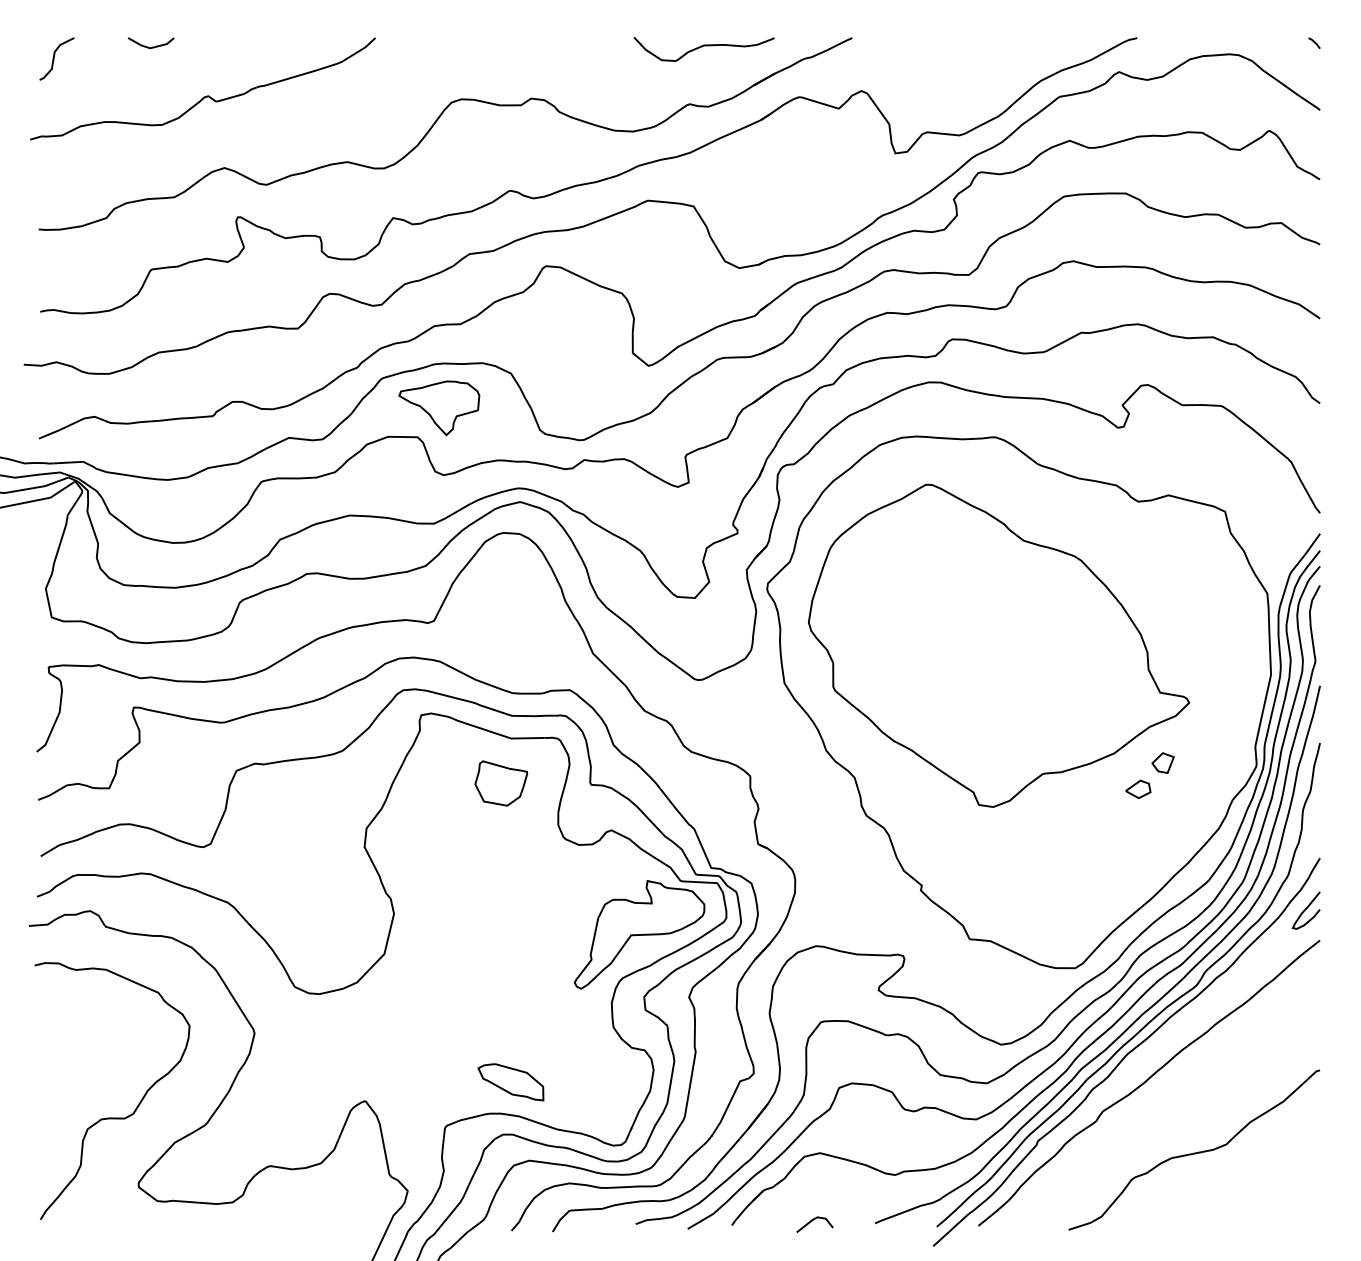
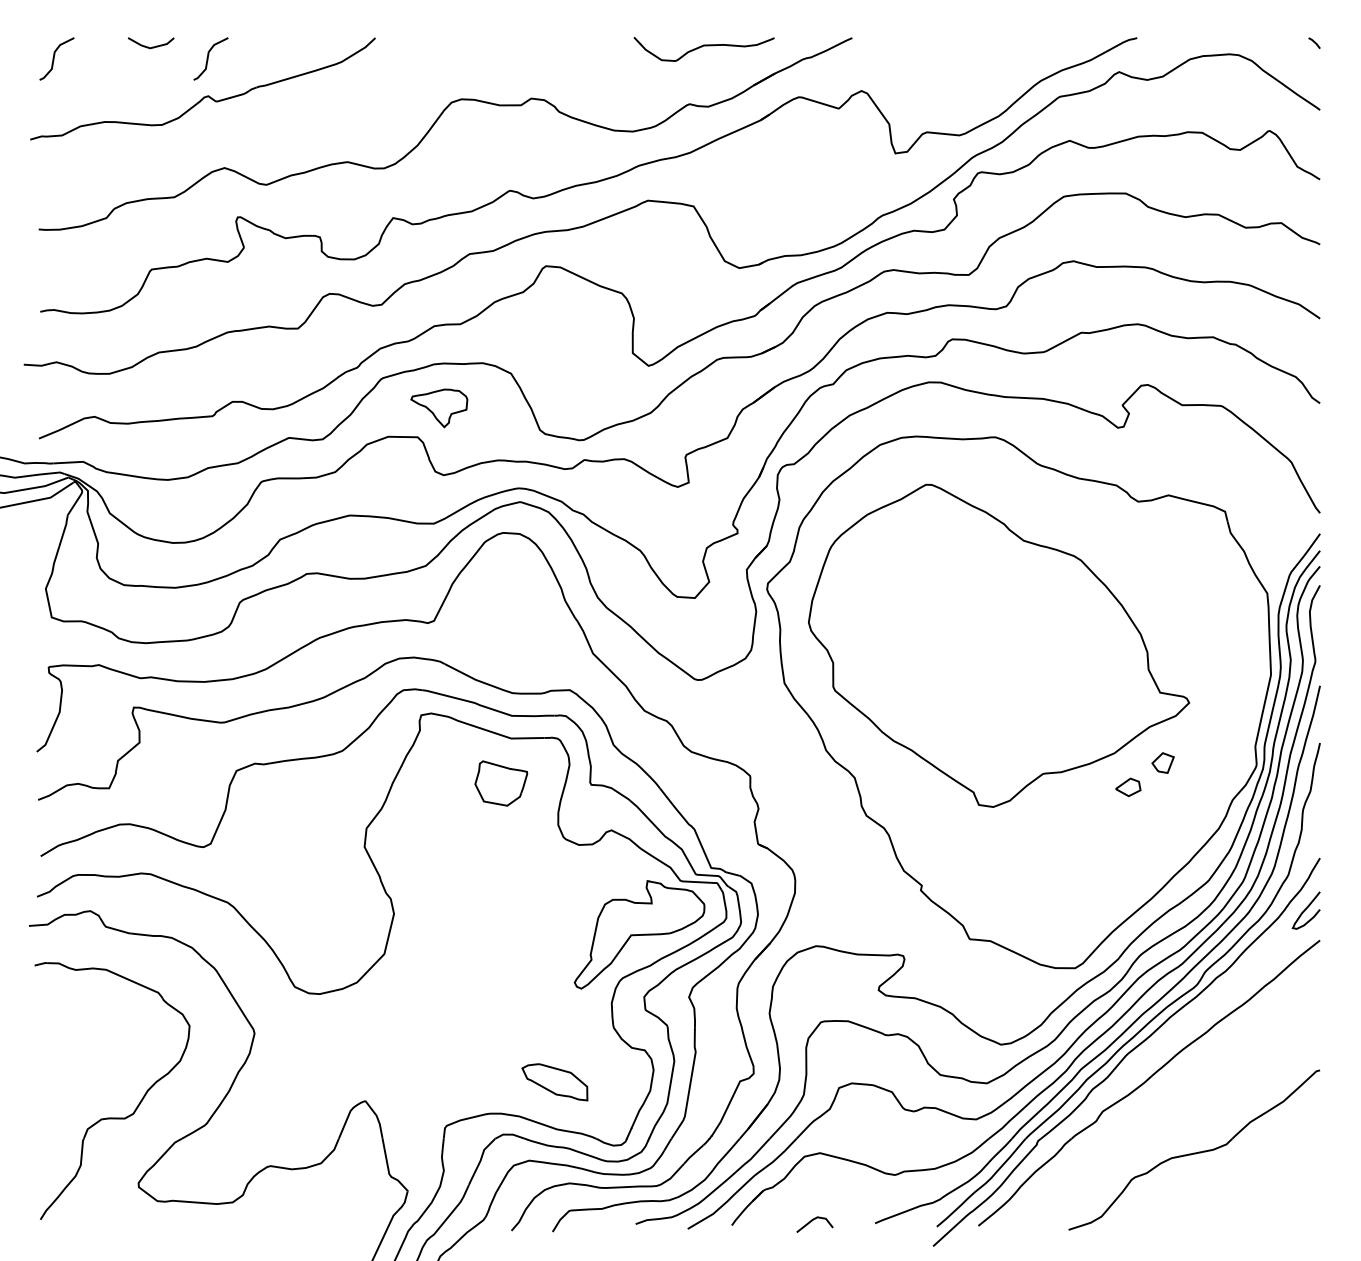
curve at (208, 58): none -> present
part at (439, 408) size: 83x57 px -> 59x41 px
part at (1138, 789) position: (1138, 789) -> (1128, 787)
part at (510, 1082) position: (510, 1082) -> (554, 1082)
